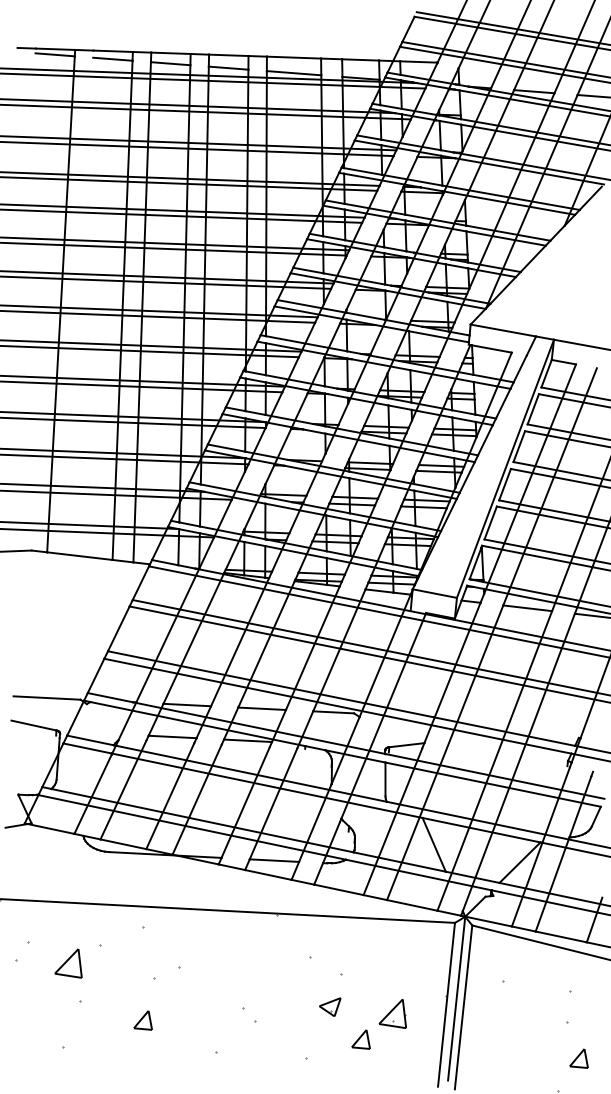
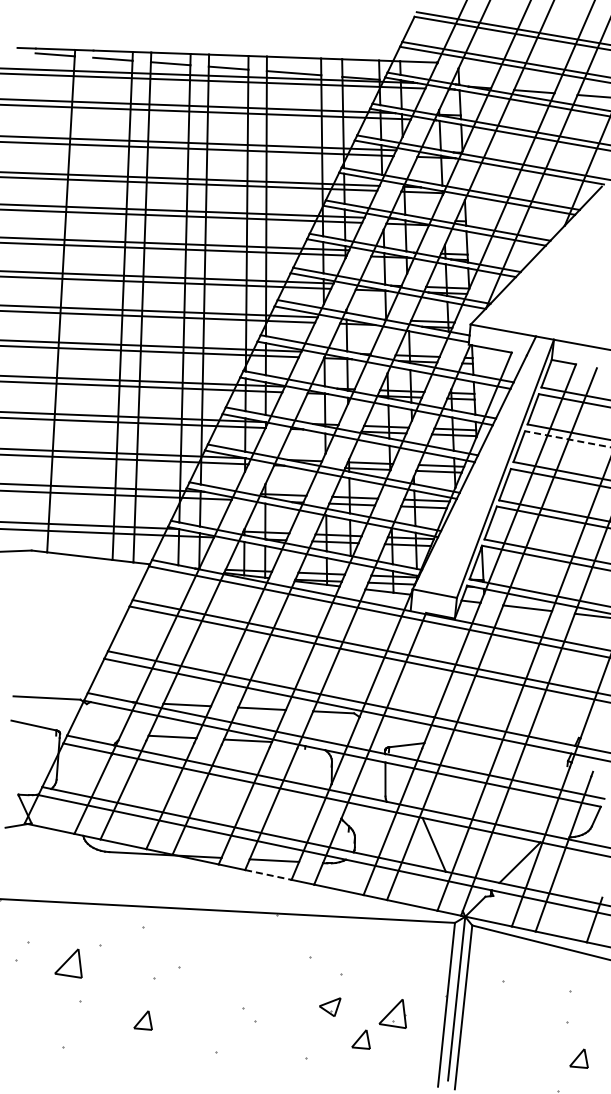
line at (567, 439): solid -> dashed
line at (268, 874): solid -> dashed
